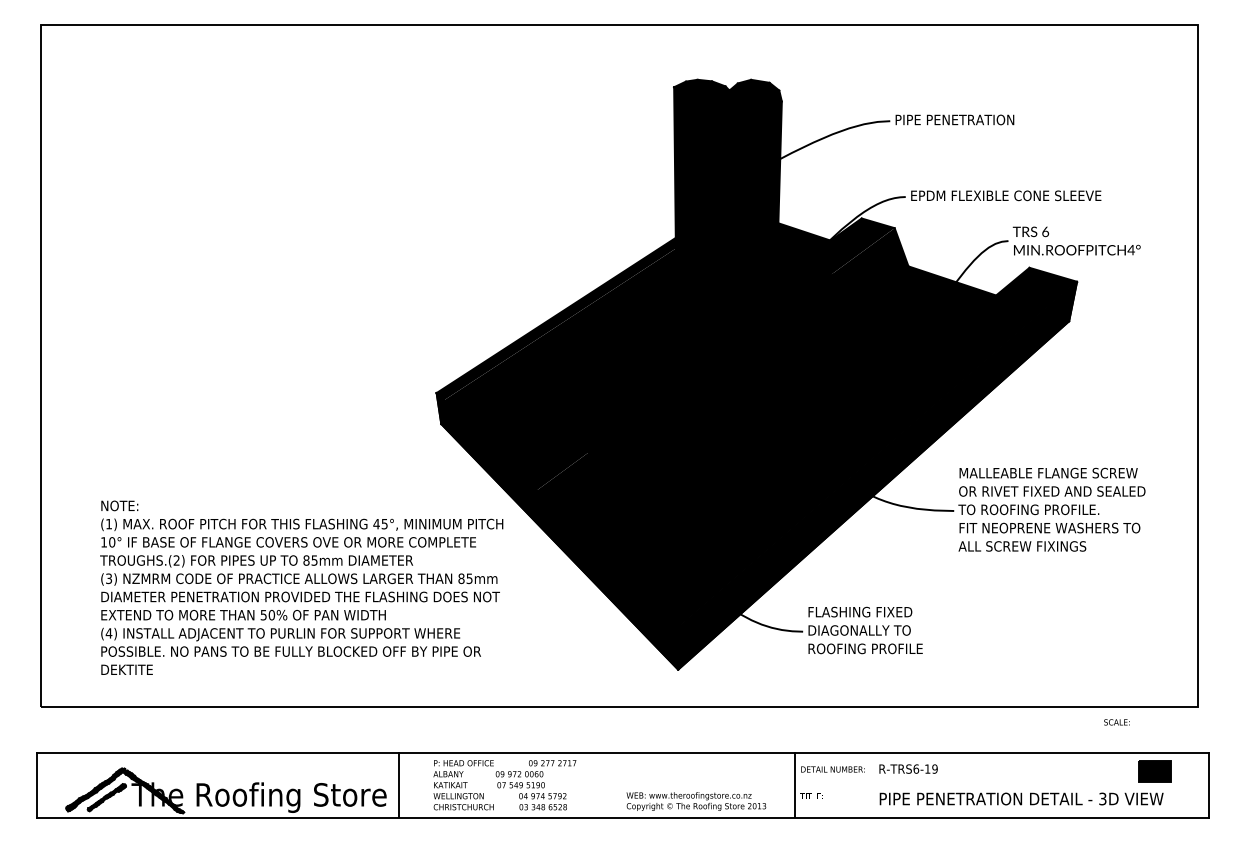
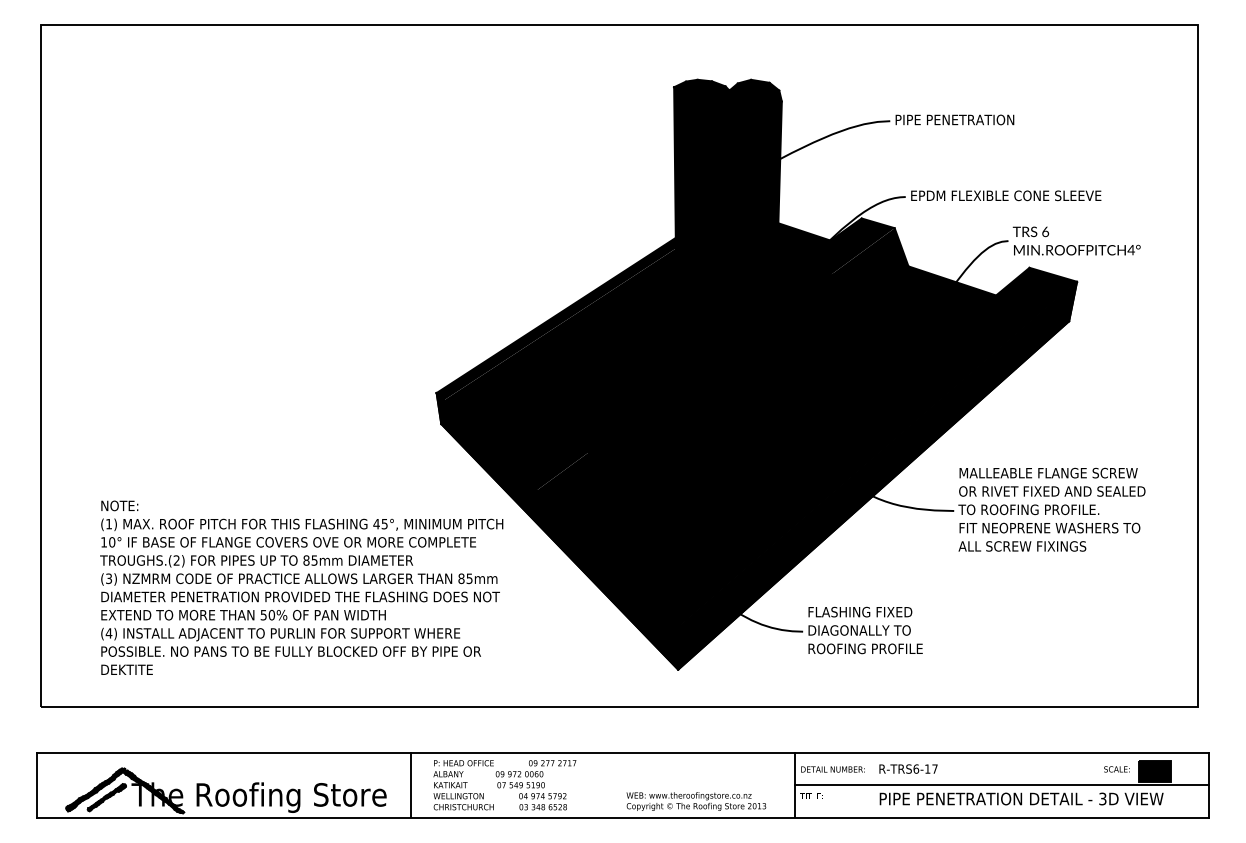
text at (1116, 722) position: (1116, 722) -> (1116, 769)
text at (934, 768): R-TRS6-19 -> R-TRS6-17
line at (399, 784) position: (399, 784) -> (411, 784)
line at (1001, 785): none -> present
